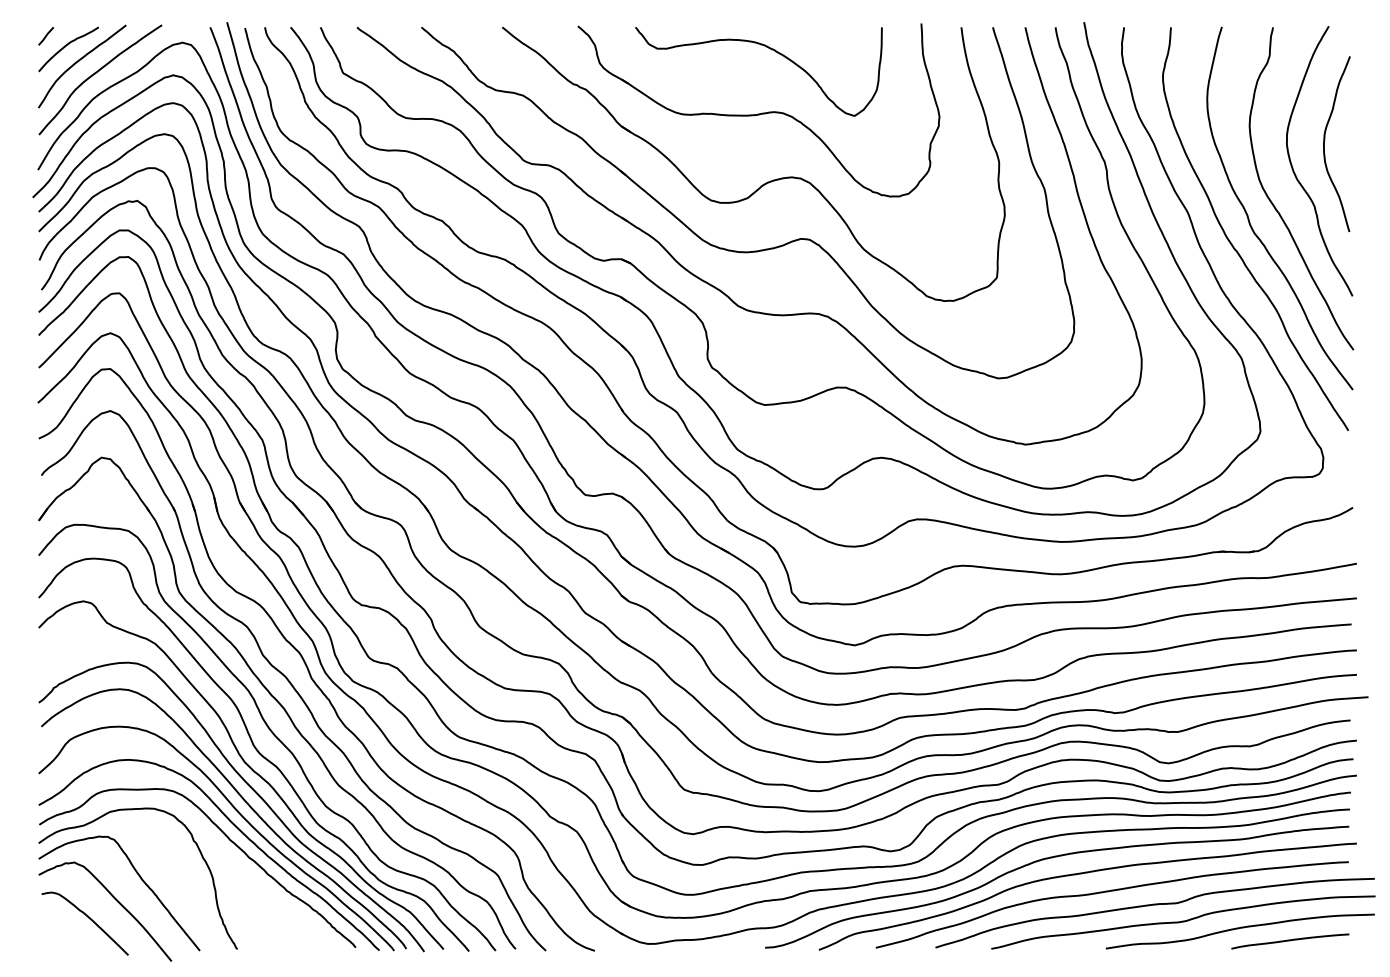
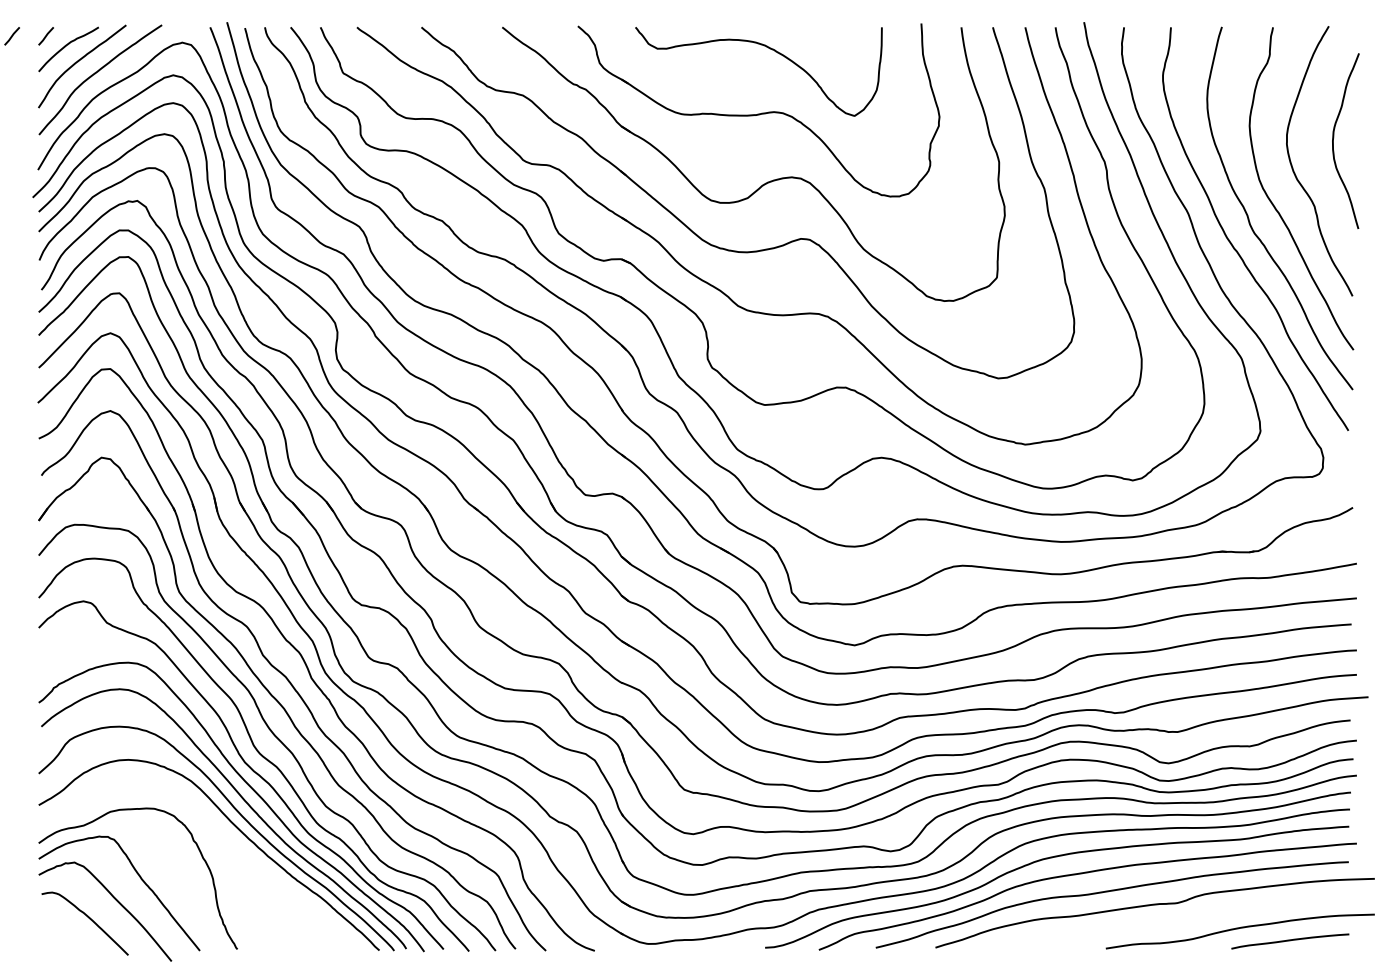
line at (11, 36): none -> present
curve at (1325, 140) position: (1325, 140) -> (1334, 137)
curve at (226, 837): present -> none
curve at (1183, 922): present -> none
